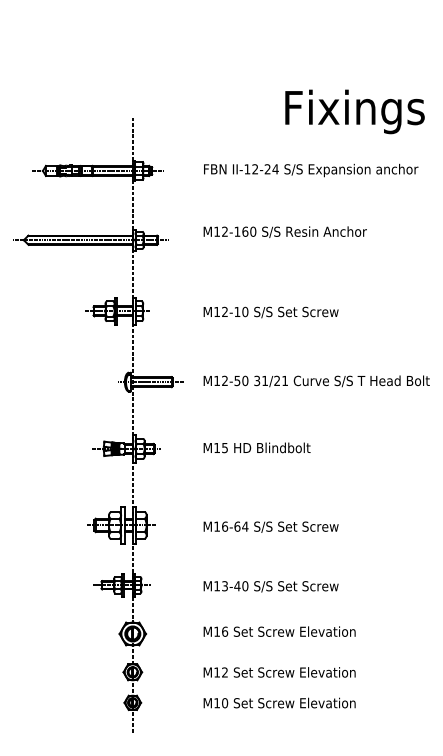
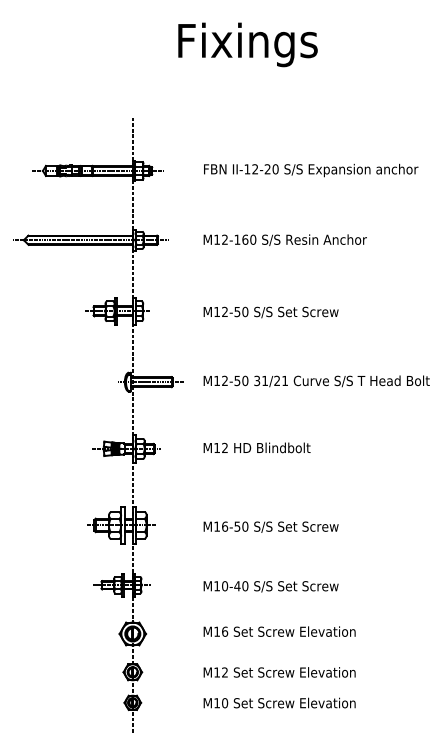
text at (354, 111) position: (354, 111) -> (247, 44)
text at (275, 169): II-12-24 -> II-12-20
text at (284, 231) position: (284, 231) -> (284, 239)
text at (237, 312): M12-10 -> M12-50
text at (224, 447): M15 -> M12
text at (241, 526): M16-64 -> M16-50
text at (225, 586): M13-40 -> M10-40
